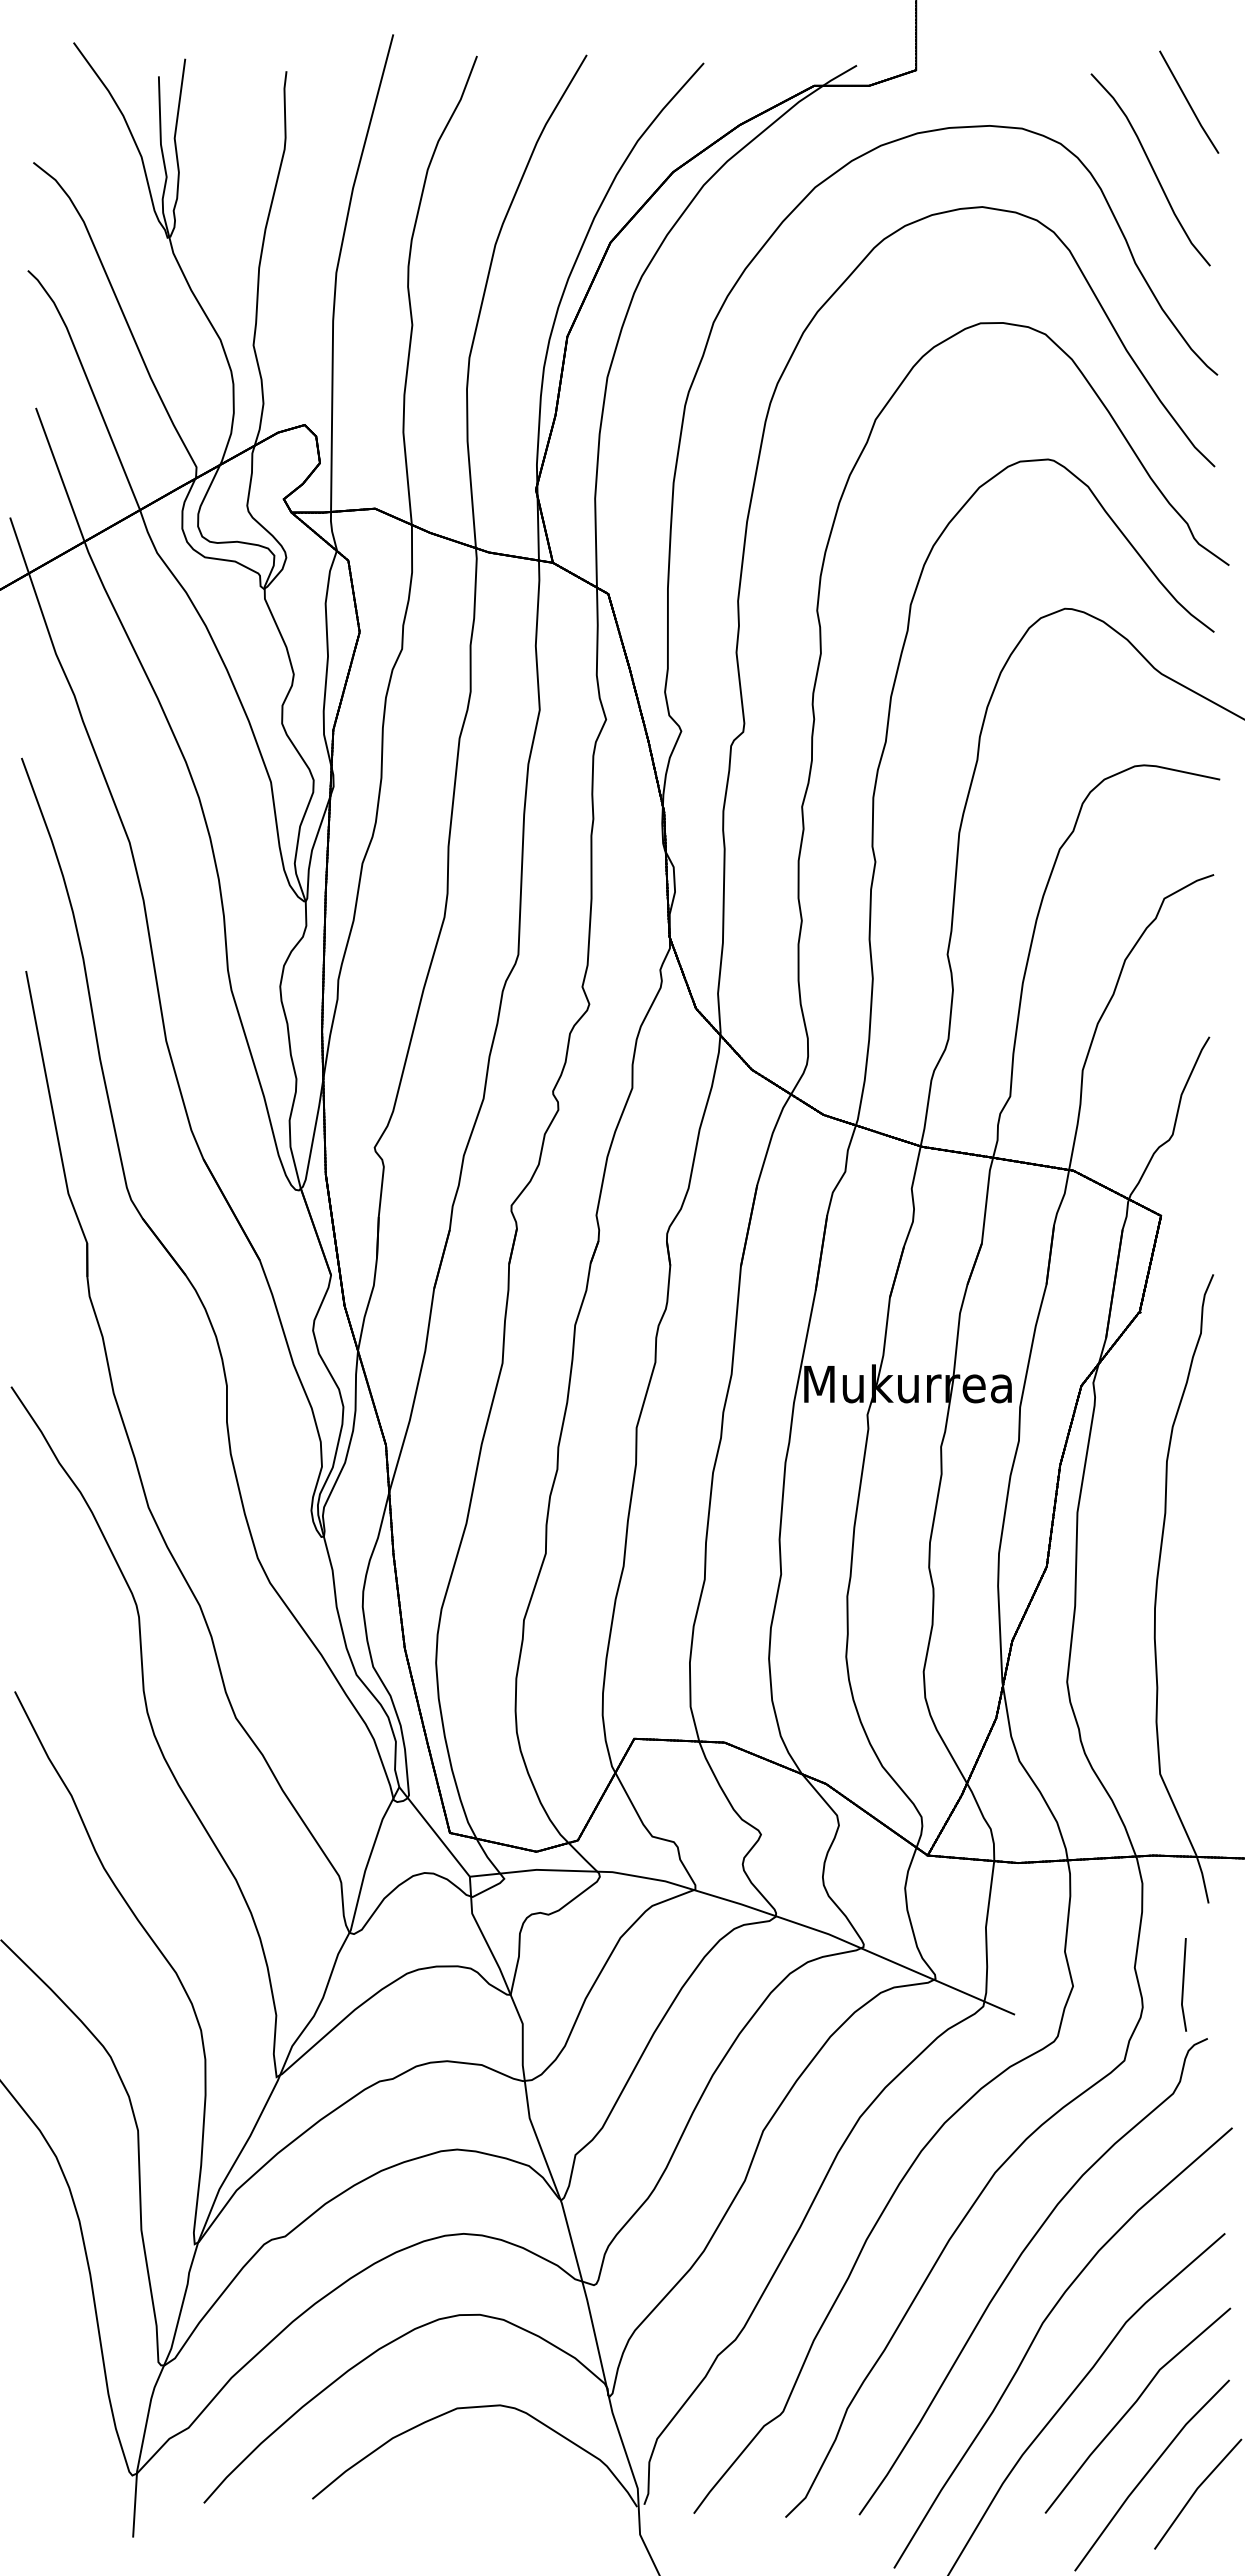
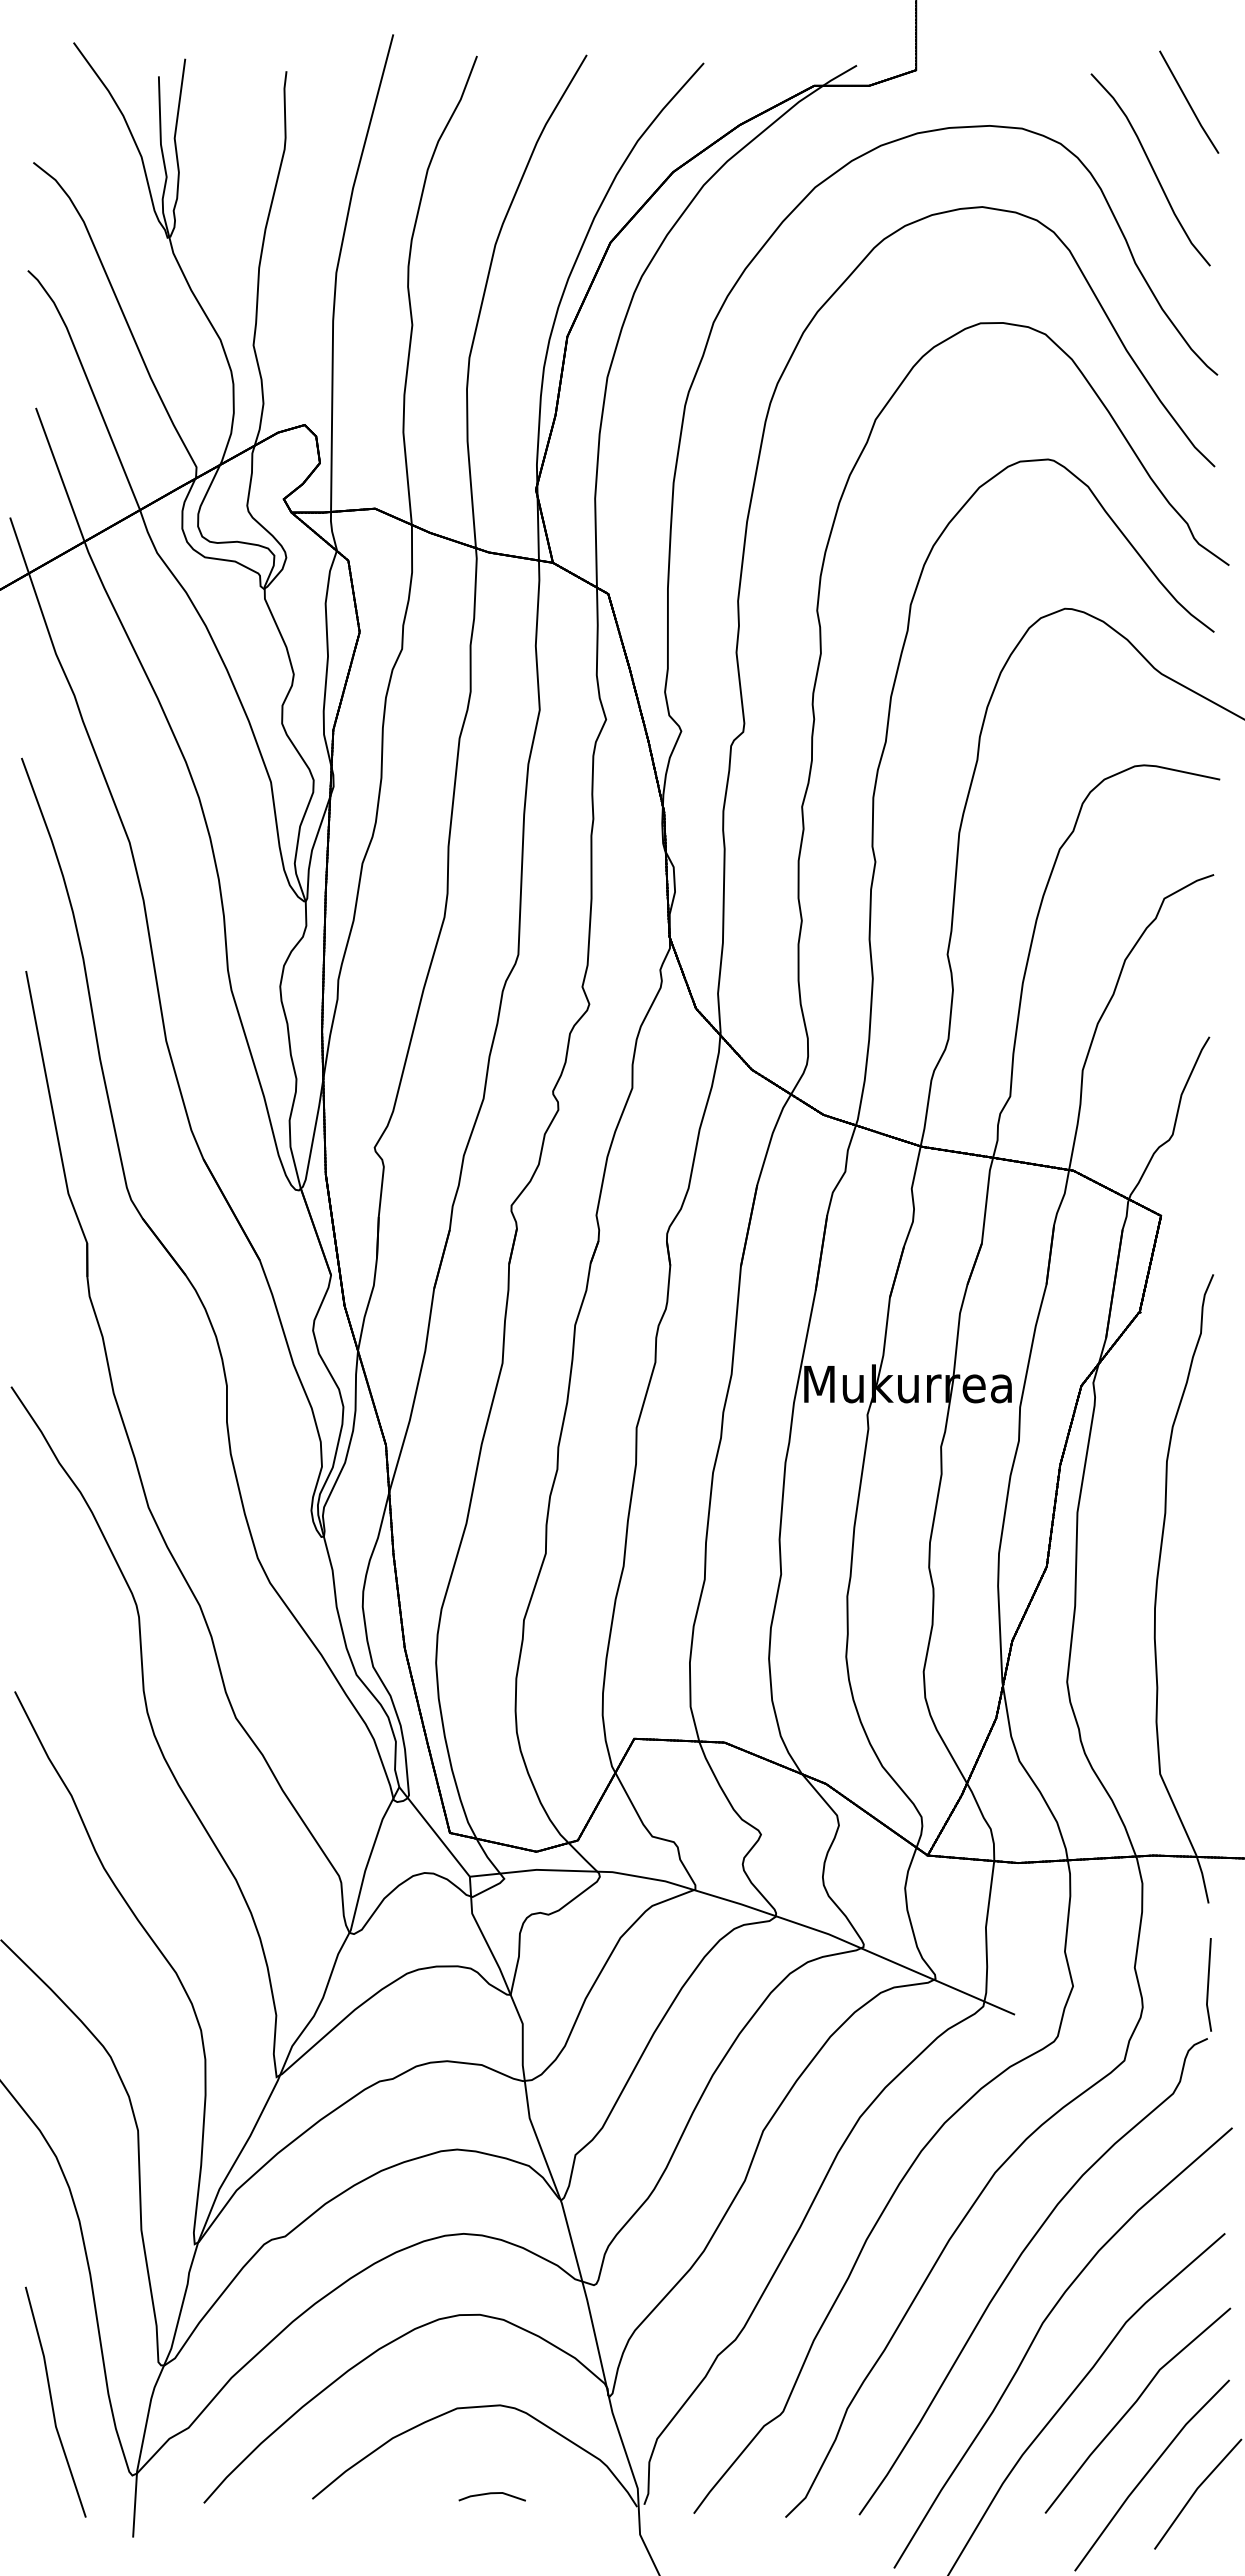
line at (1184, 1984) position: (1184, 1984) -> (1209, 1984)
line at (52, 2401): none -> present
line at (491, 2494): none -> present
